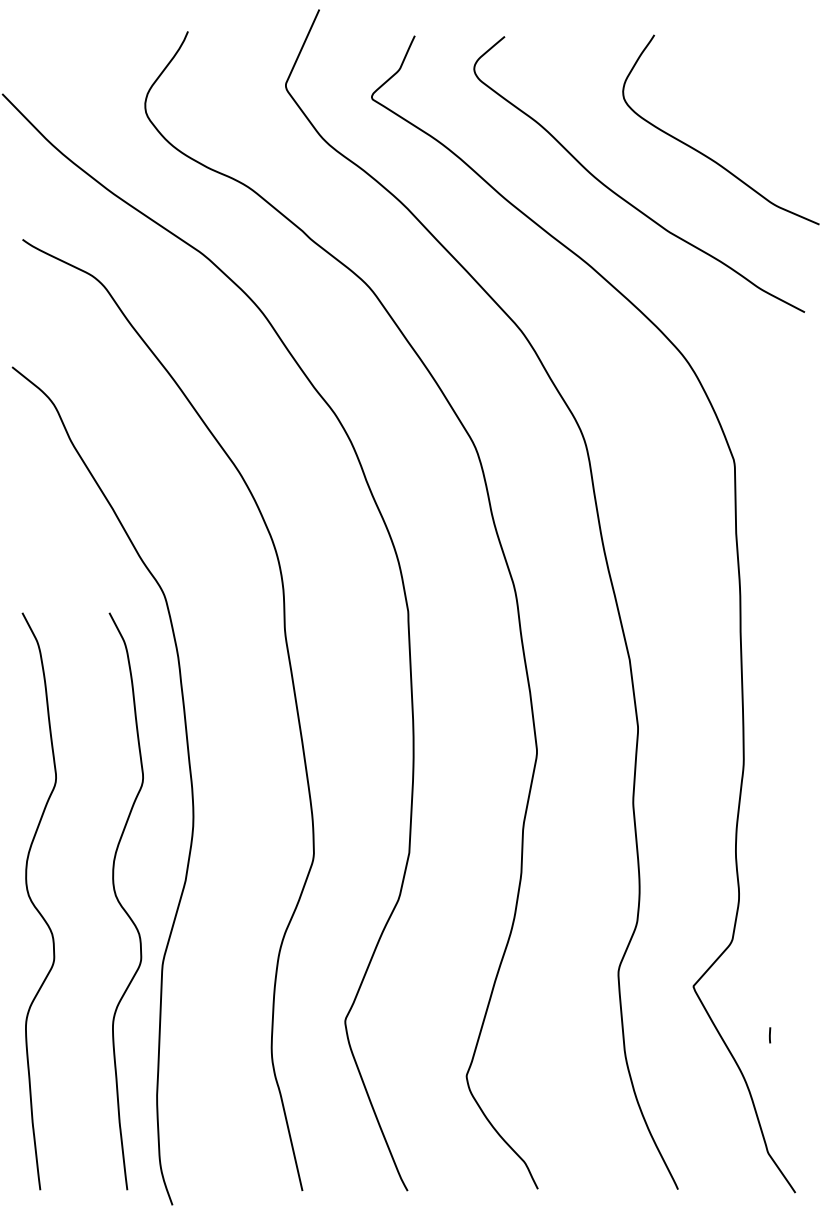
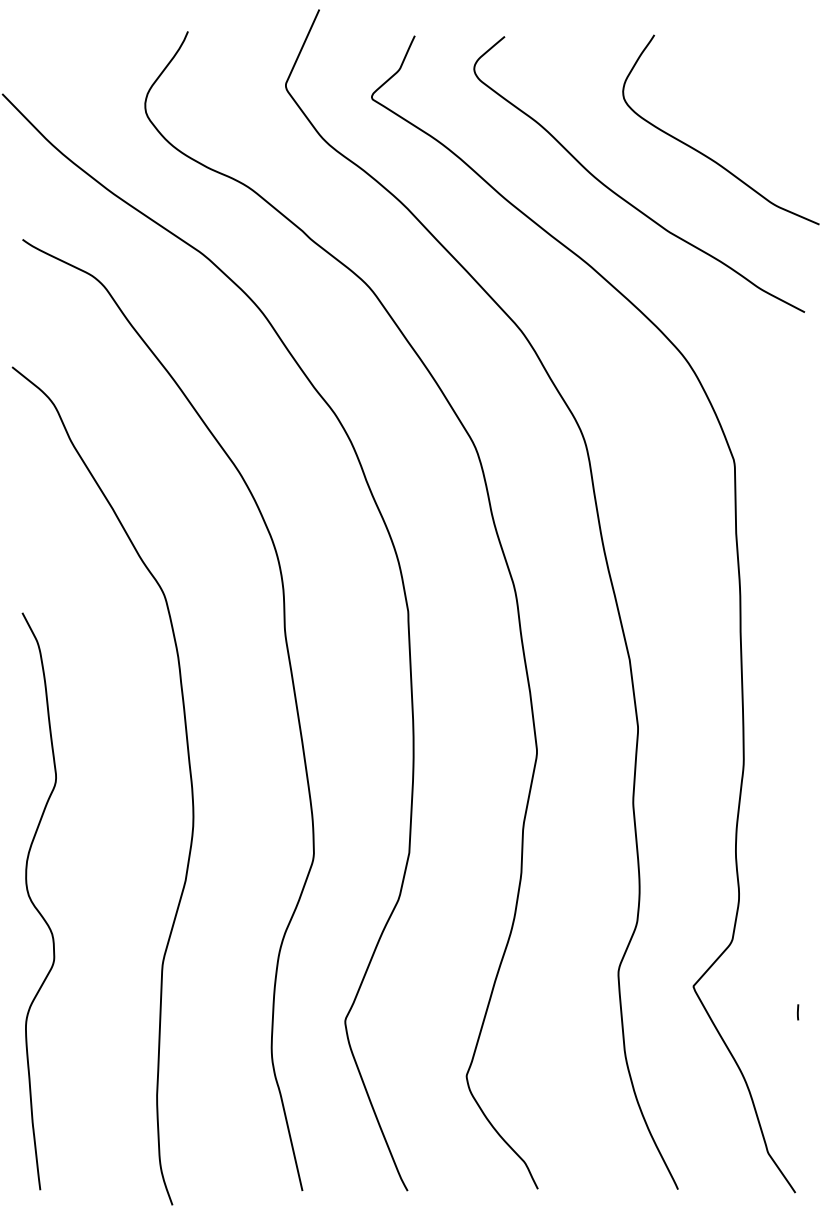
curve at (121, 904): present -> none
line at (770, 1035) position: (770, 1035) -> (798, 1012)
